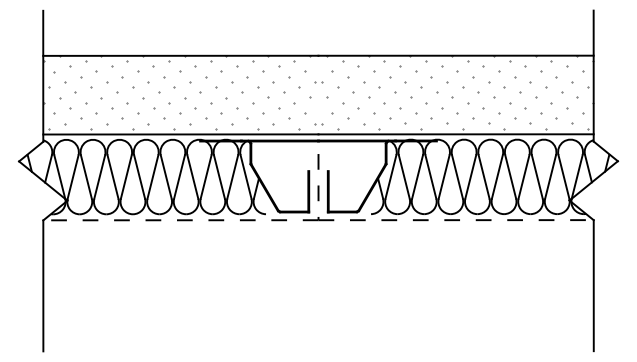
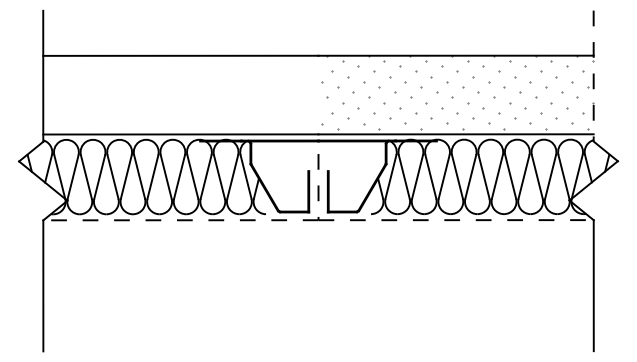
line at (593, 76): solid -> dashed
hatch at (179, 91): present -> none
